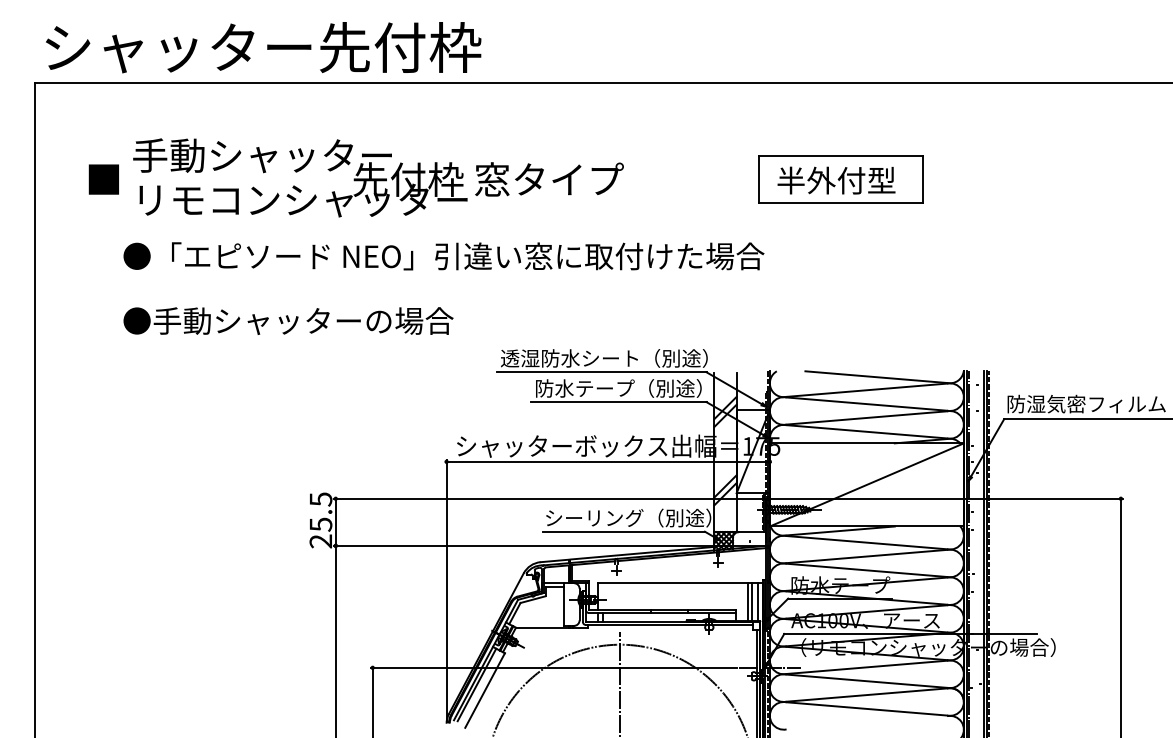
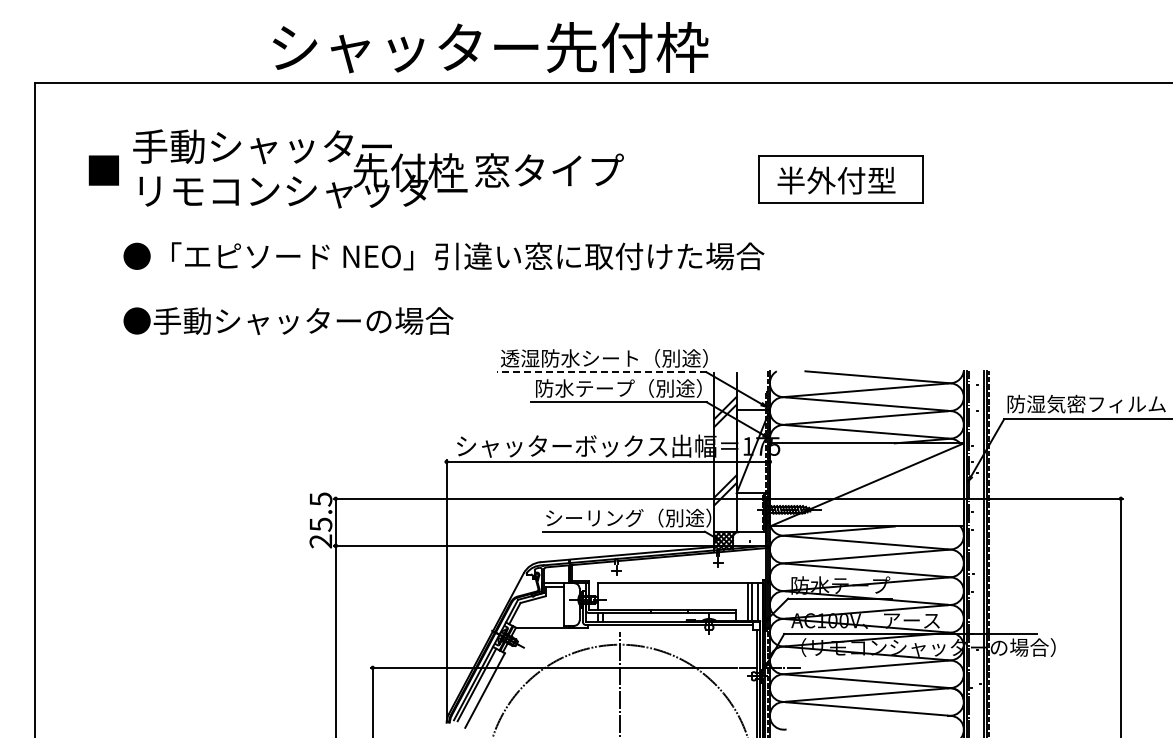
text at (263, 47) position: (263, 47) -> (490, 47)
text at (355, 177) position: (355, 177) -> (355, 168)
line at (602, 372): solid -> dashed
